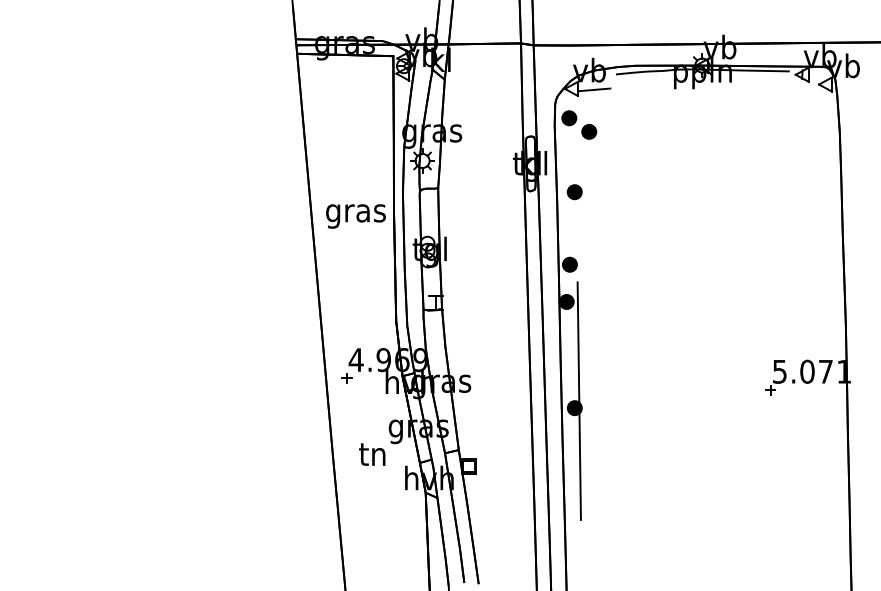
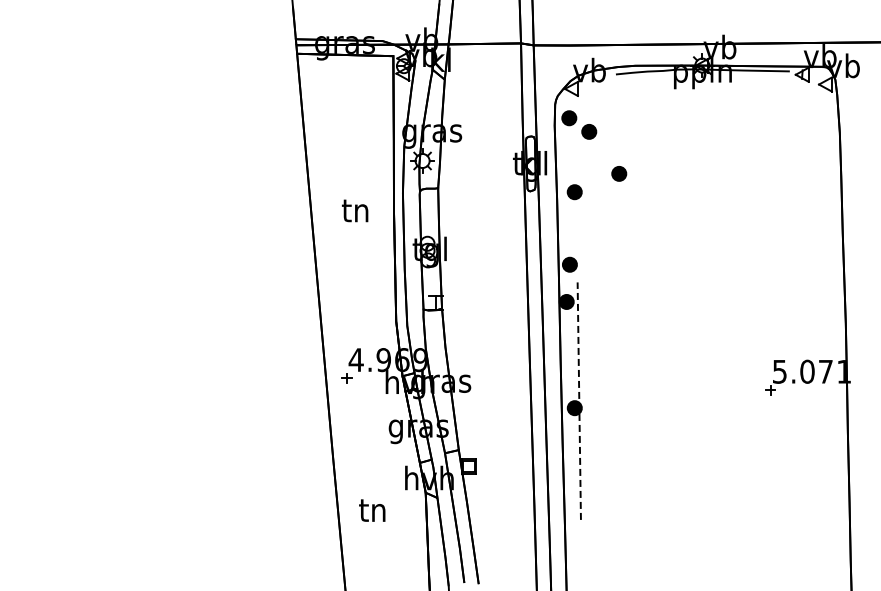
line at (594, 89): present -> none
part at (619, 173): none -> present
text at (355, 213): gras -> tn
line at (579, 401): solid -> dashed
text at (372, 454) position: (372, 454) -> (372, 510)
